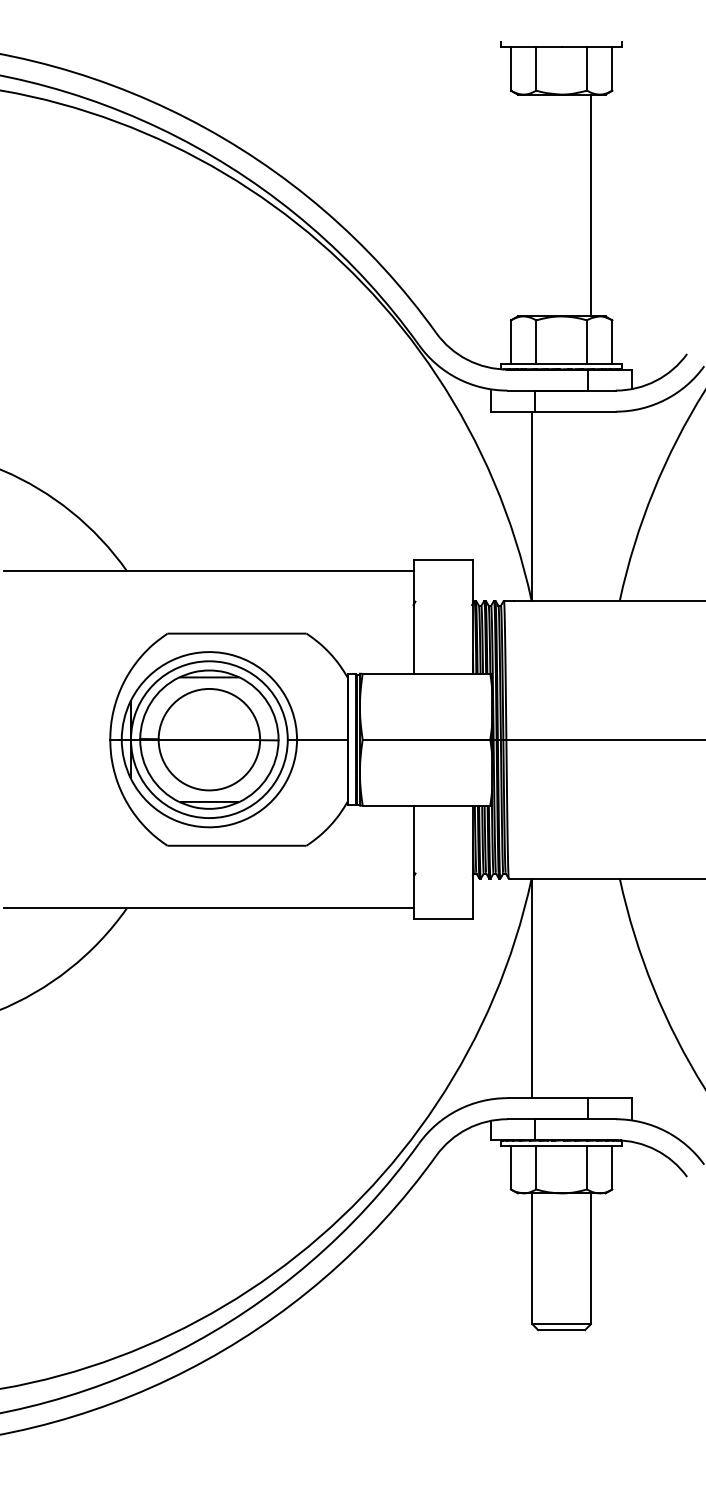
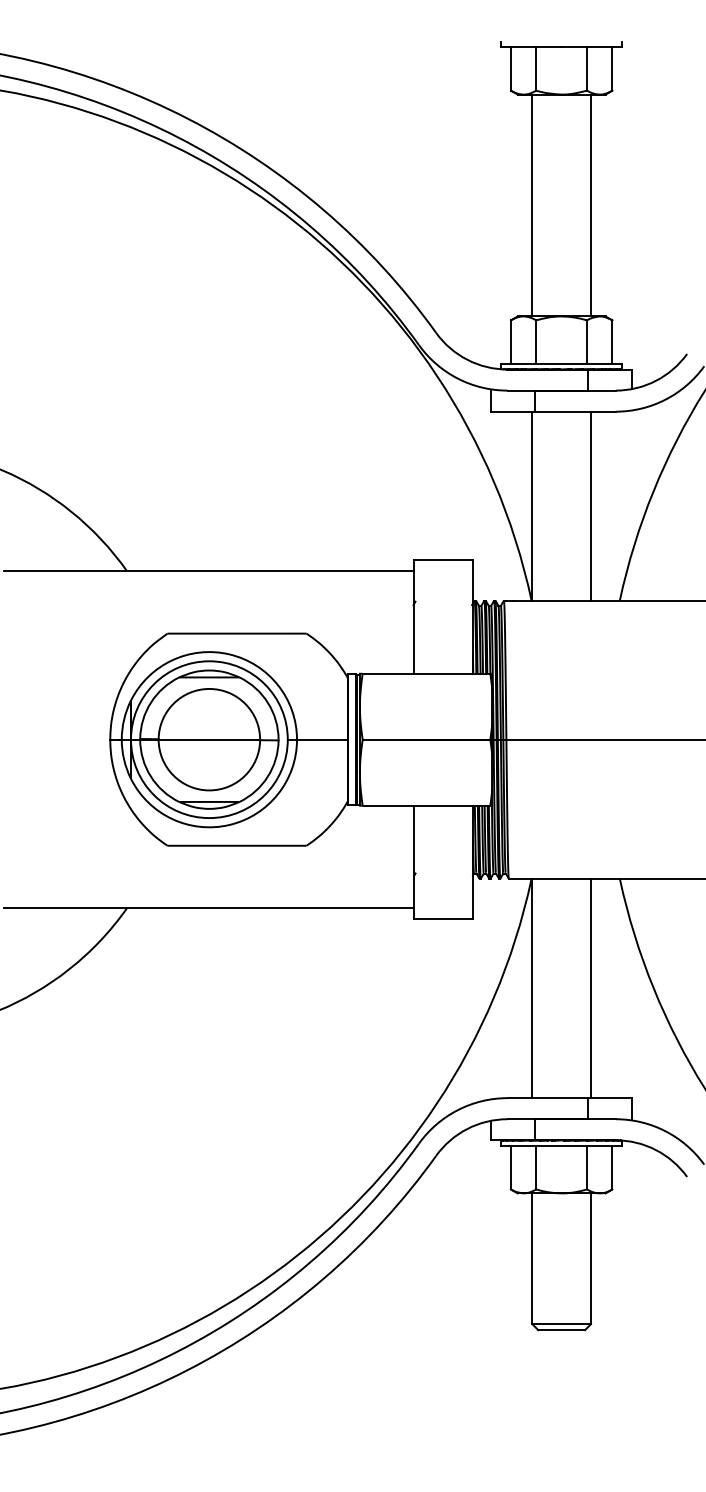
line at (532, 205): none -> present
line at (590, 505): none -> present
line at (590, 988): none -> present
